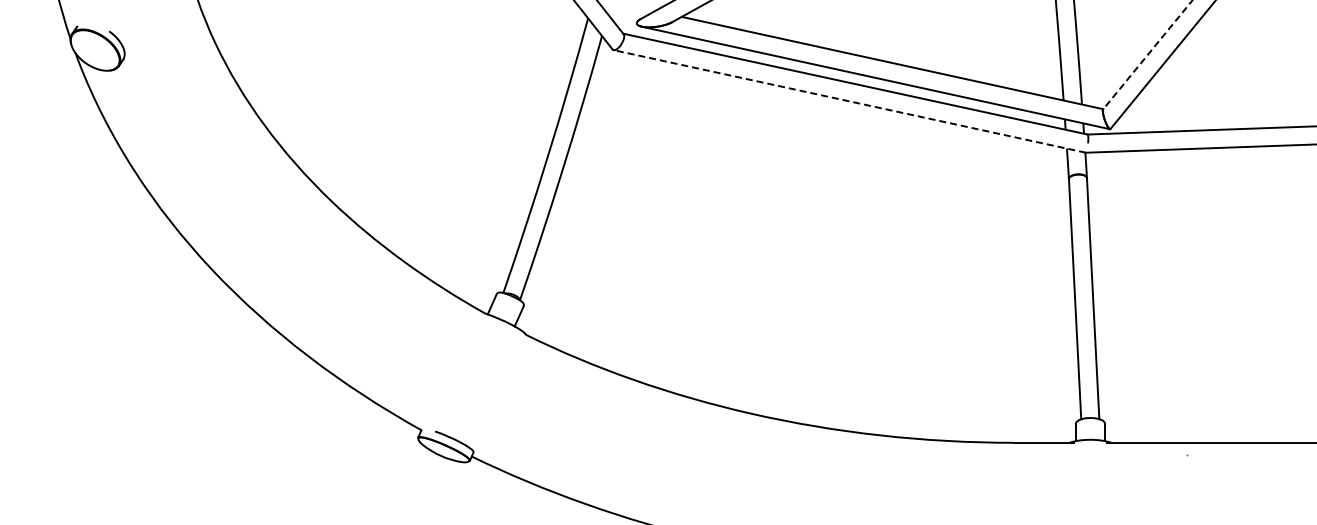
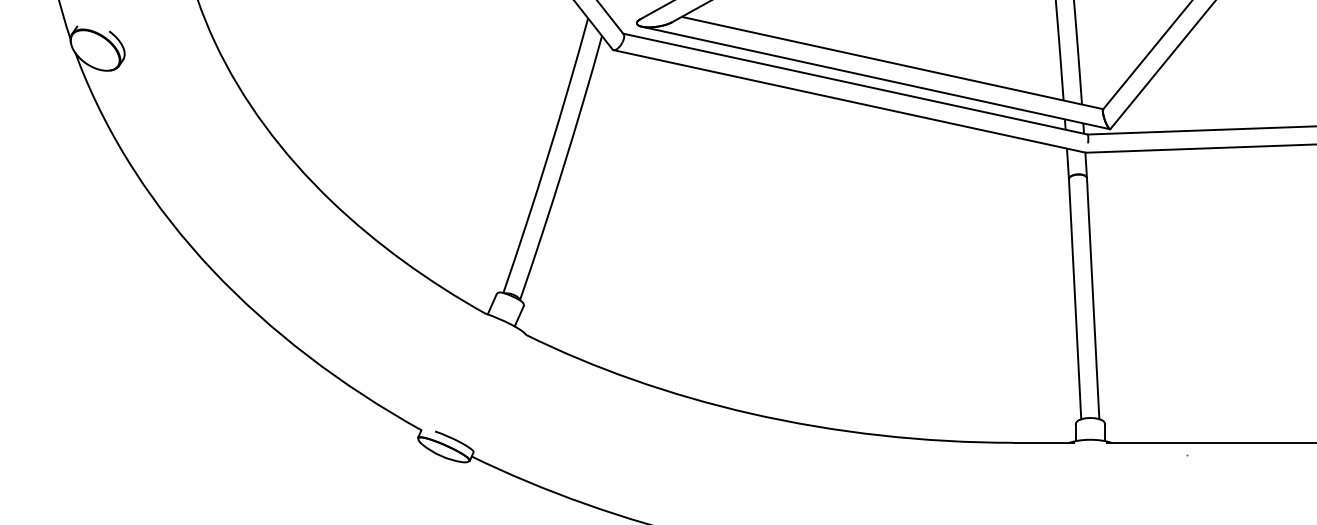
line at (1147, 55): dashed -> solid
line at (849, 101): dashed -> solid
